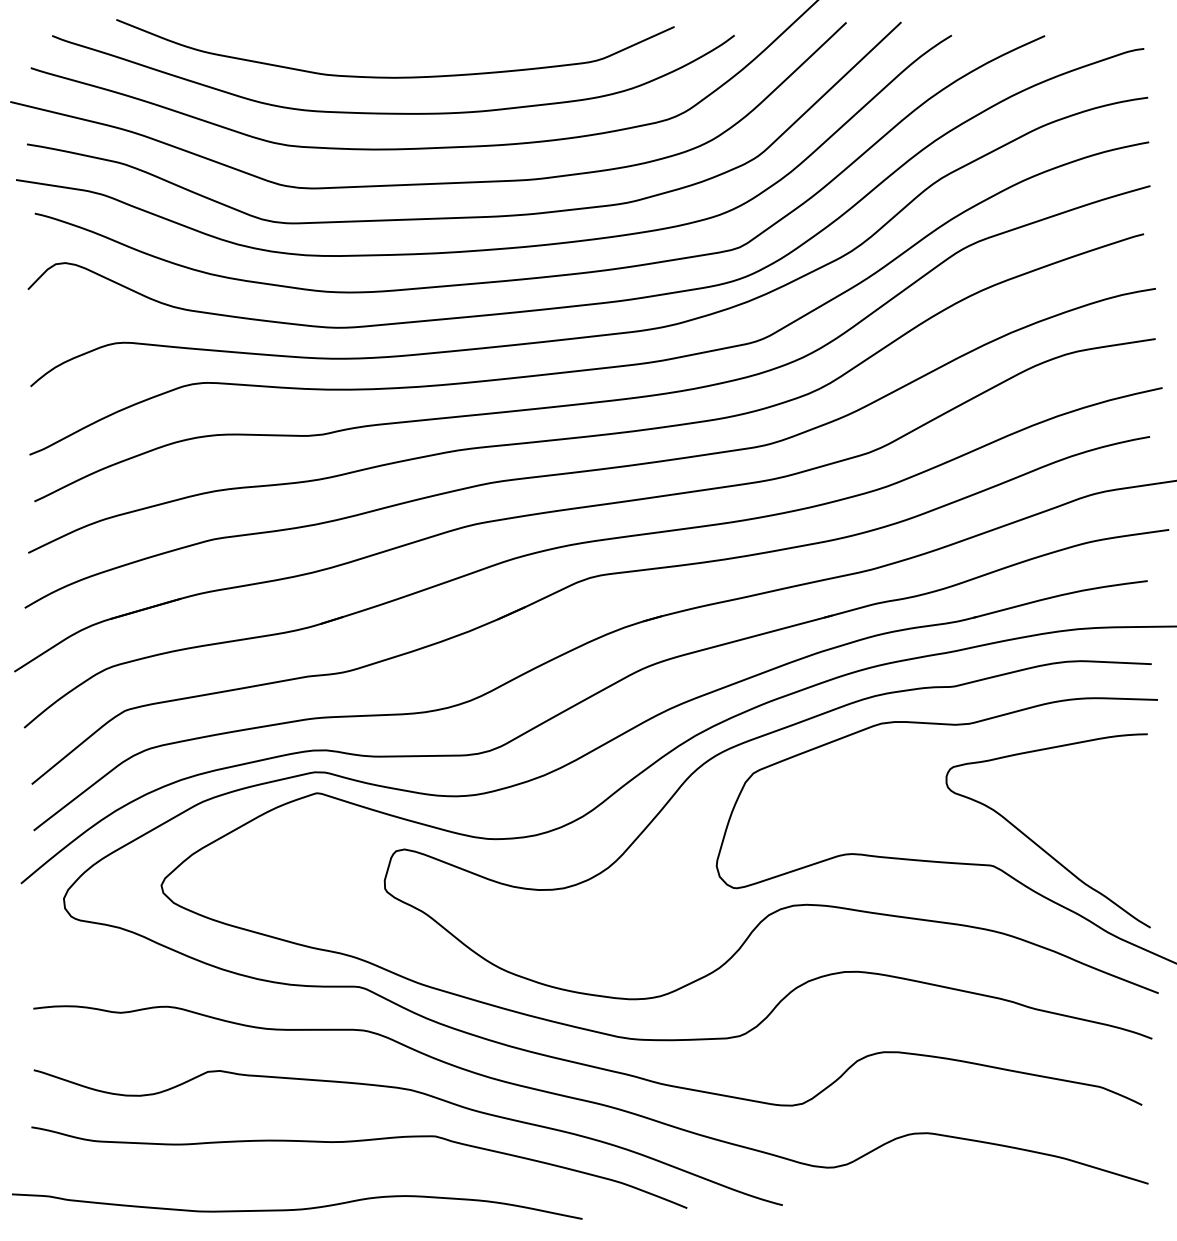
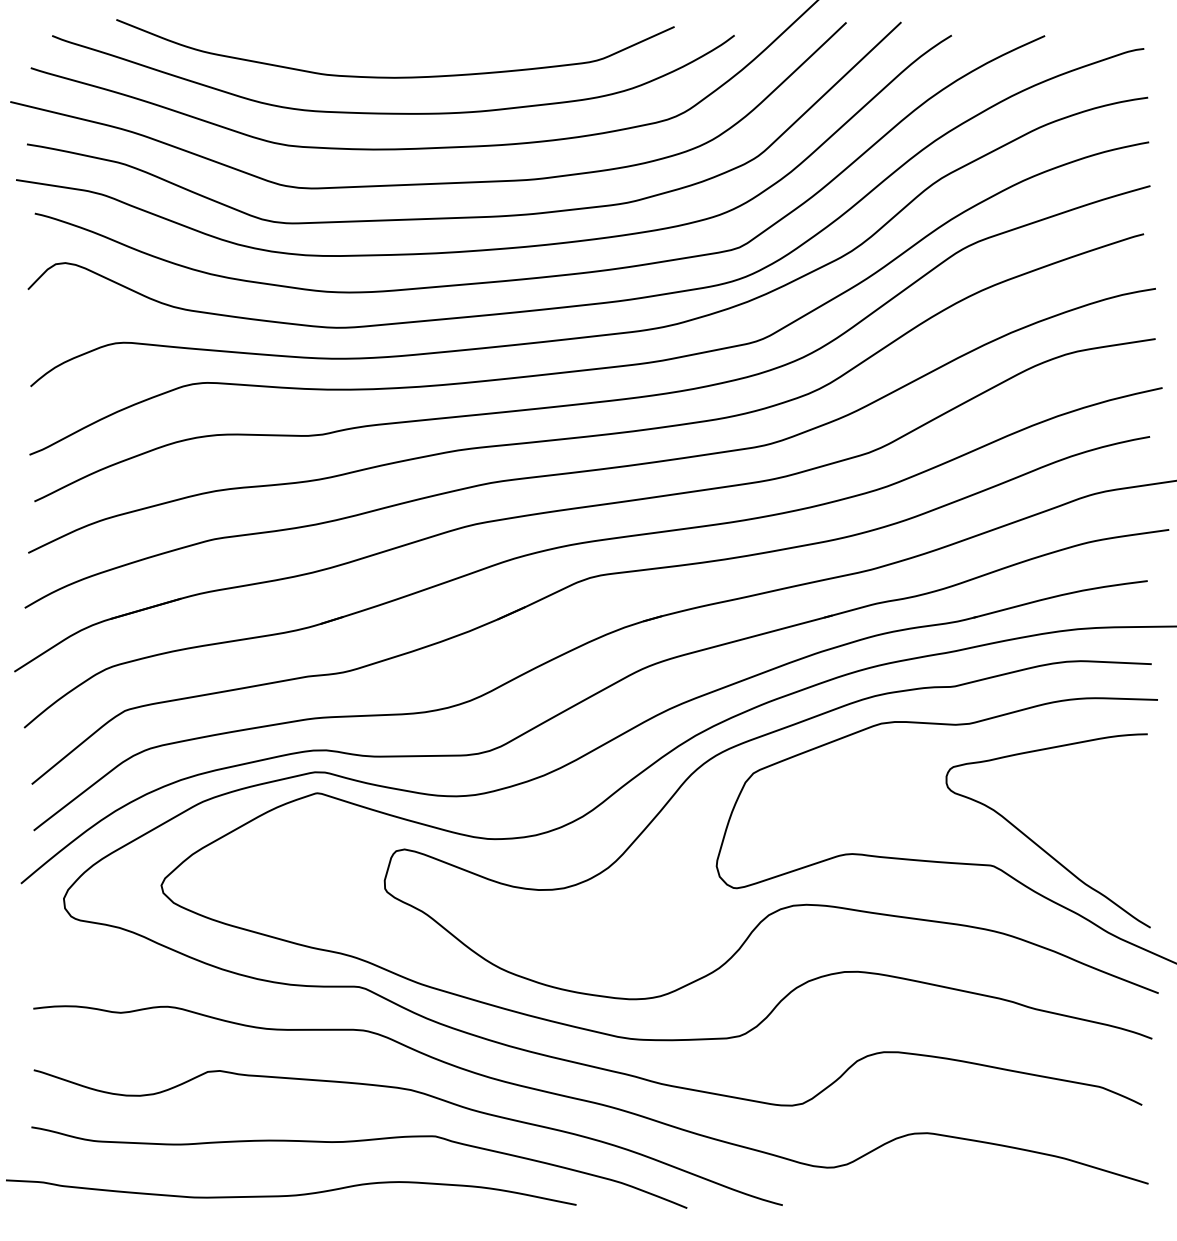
curve at (297, 1208) position: (297, 1208) -> (291, 1194)
